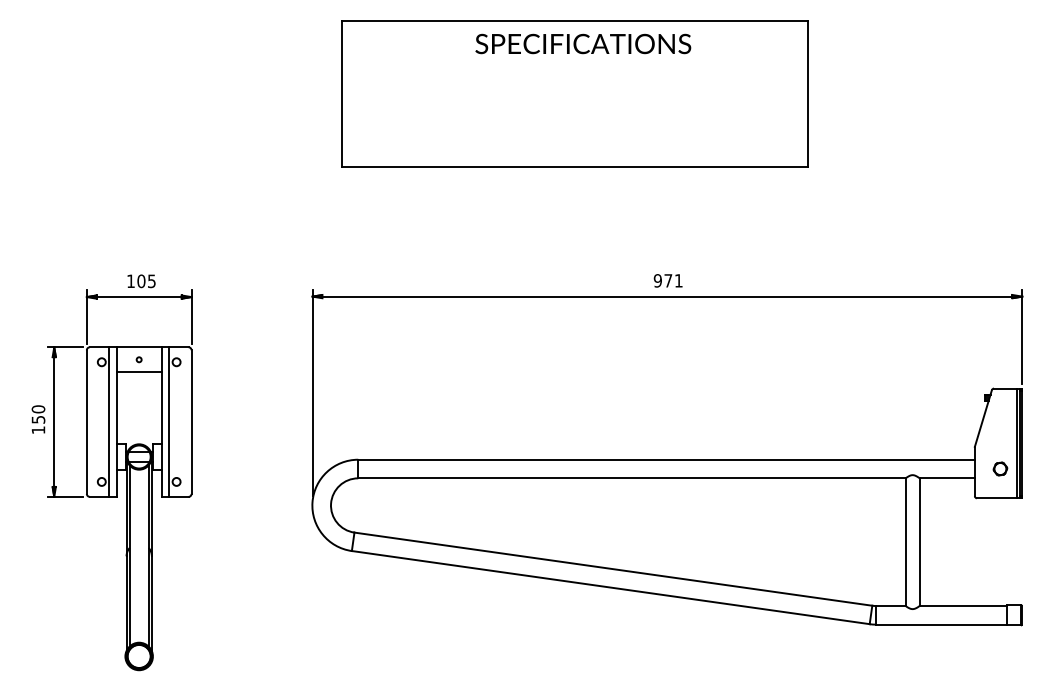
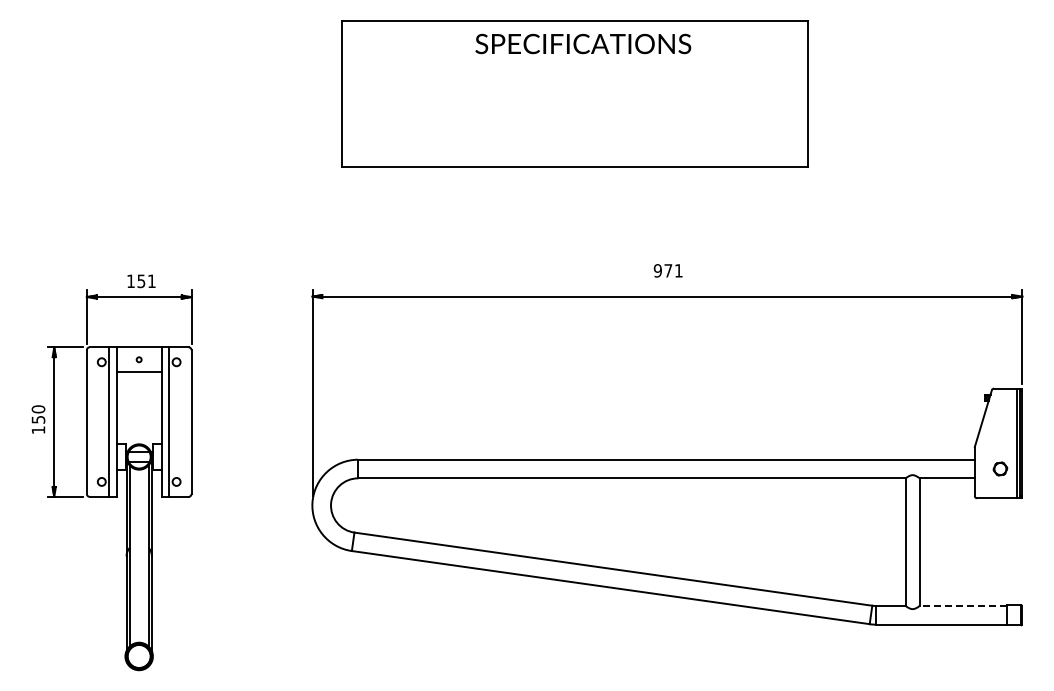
text at (667, 280) position: (667, 280) -> (667, 270)
text at (146, 281): 105 -> 151
line at (963, 606): solid -> dashed
